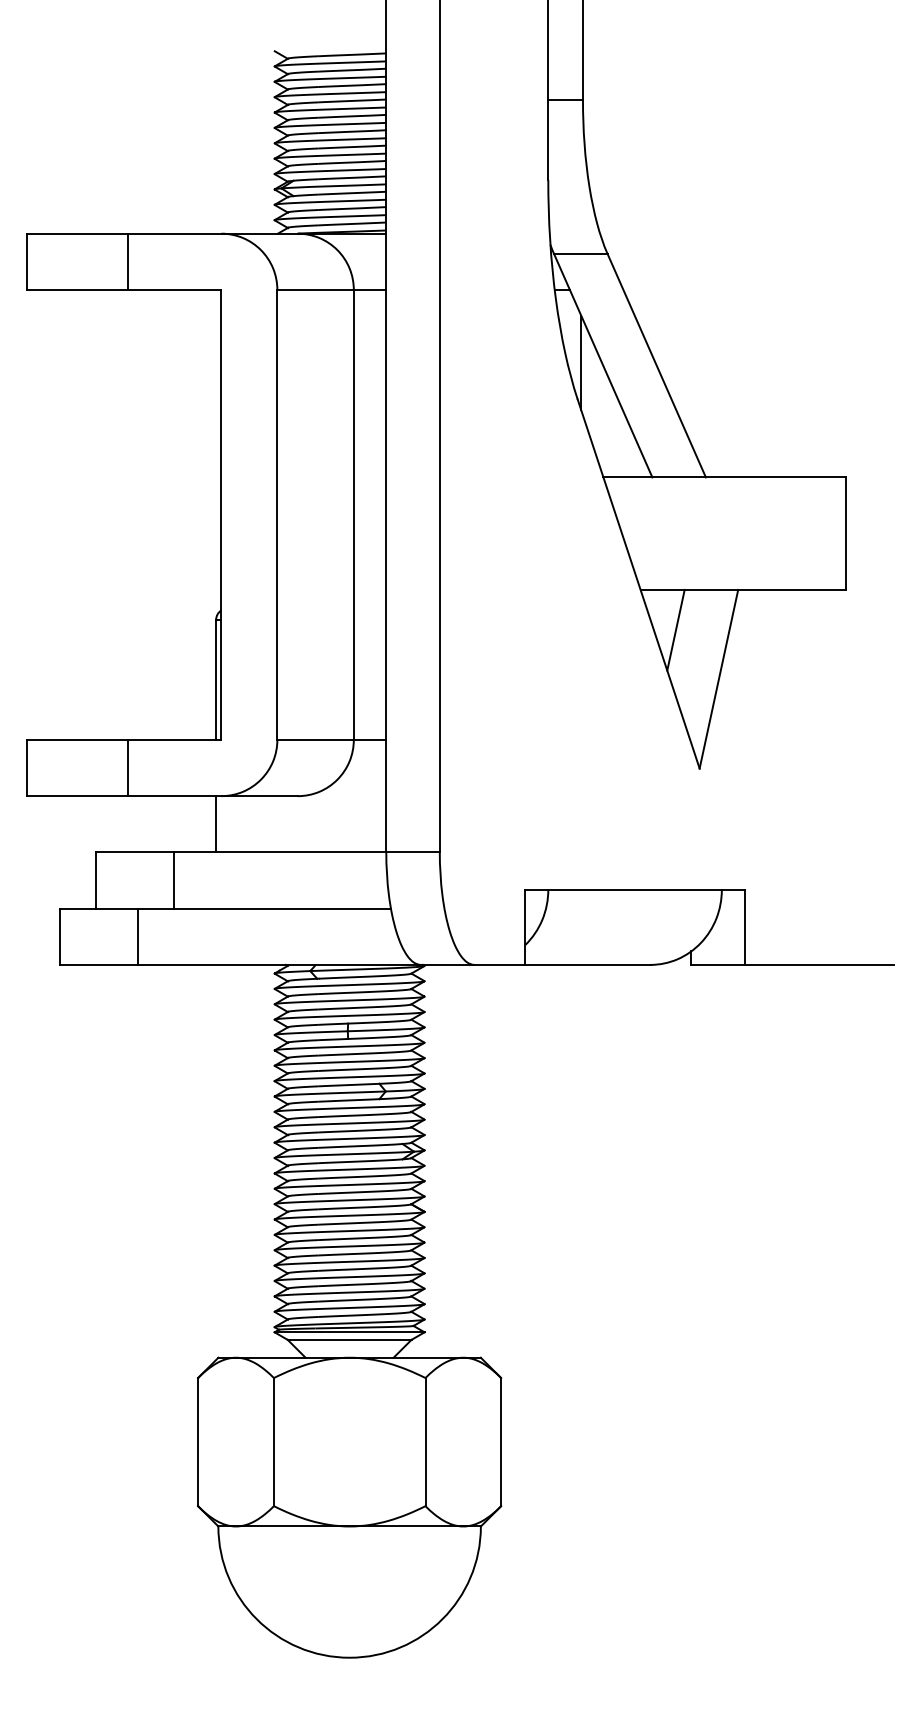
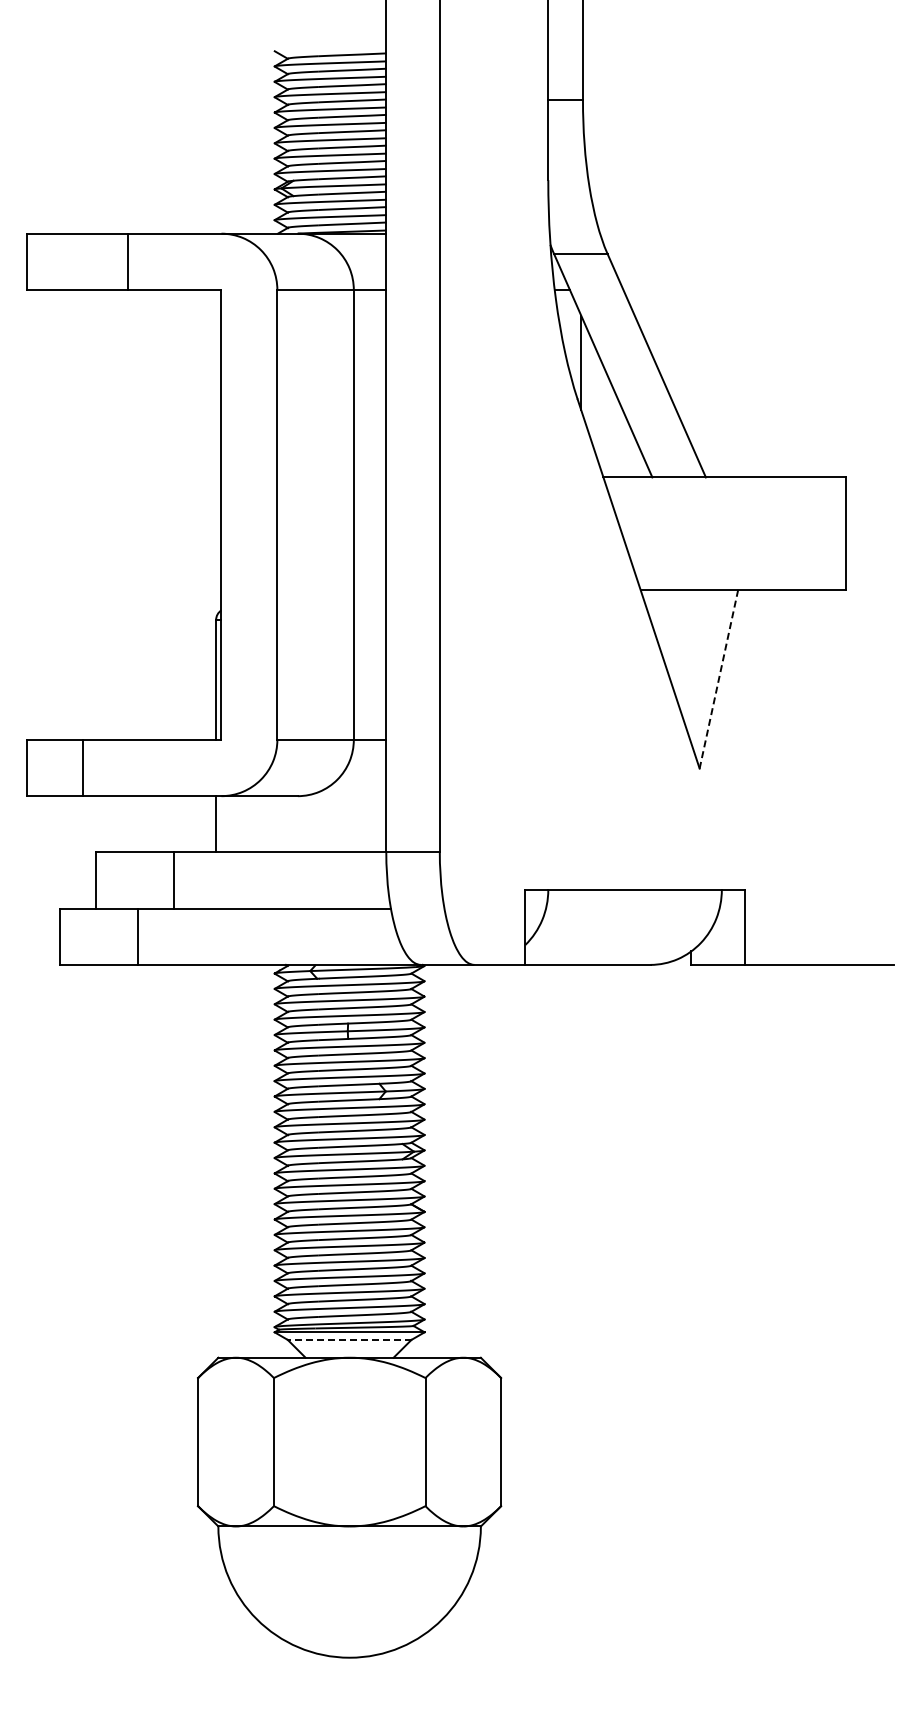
line at (675, 629): present -> none
line at (718, 679): solid -> dashed
line at (128, 767) position: (128, 767) -> (83, 767)
line at (349, 1339): solid -> dashed
